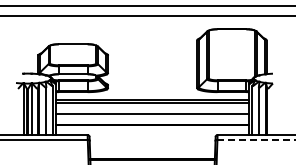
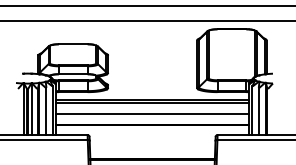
line at (147, 15) position: (147, 15) -> (147, 20)
line at (257, 139): dashed -> solid
